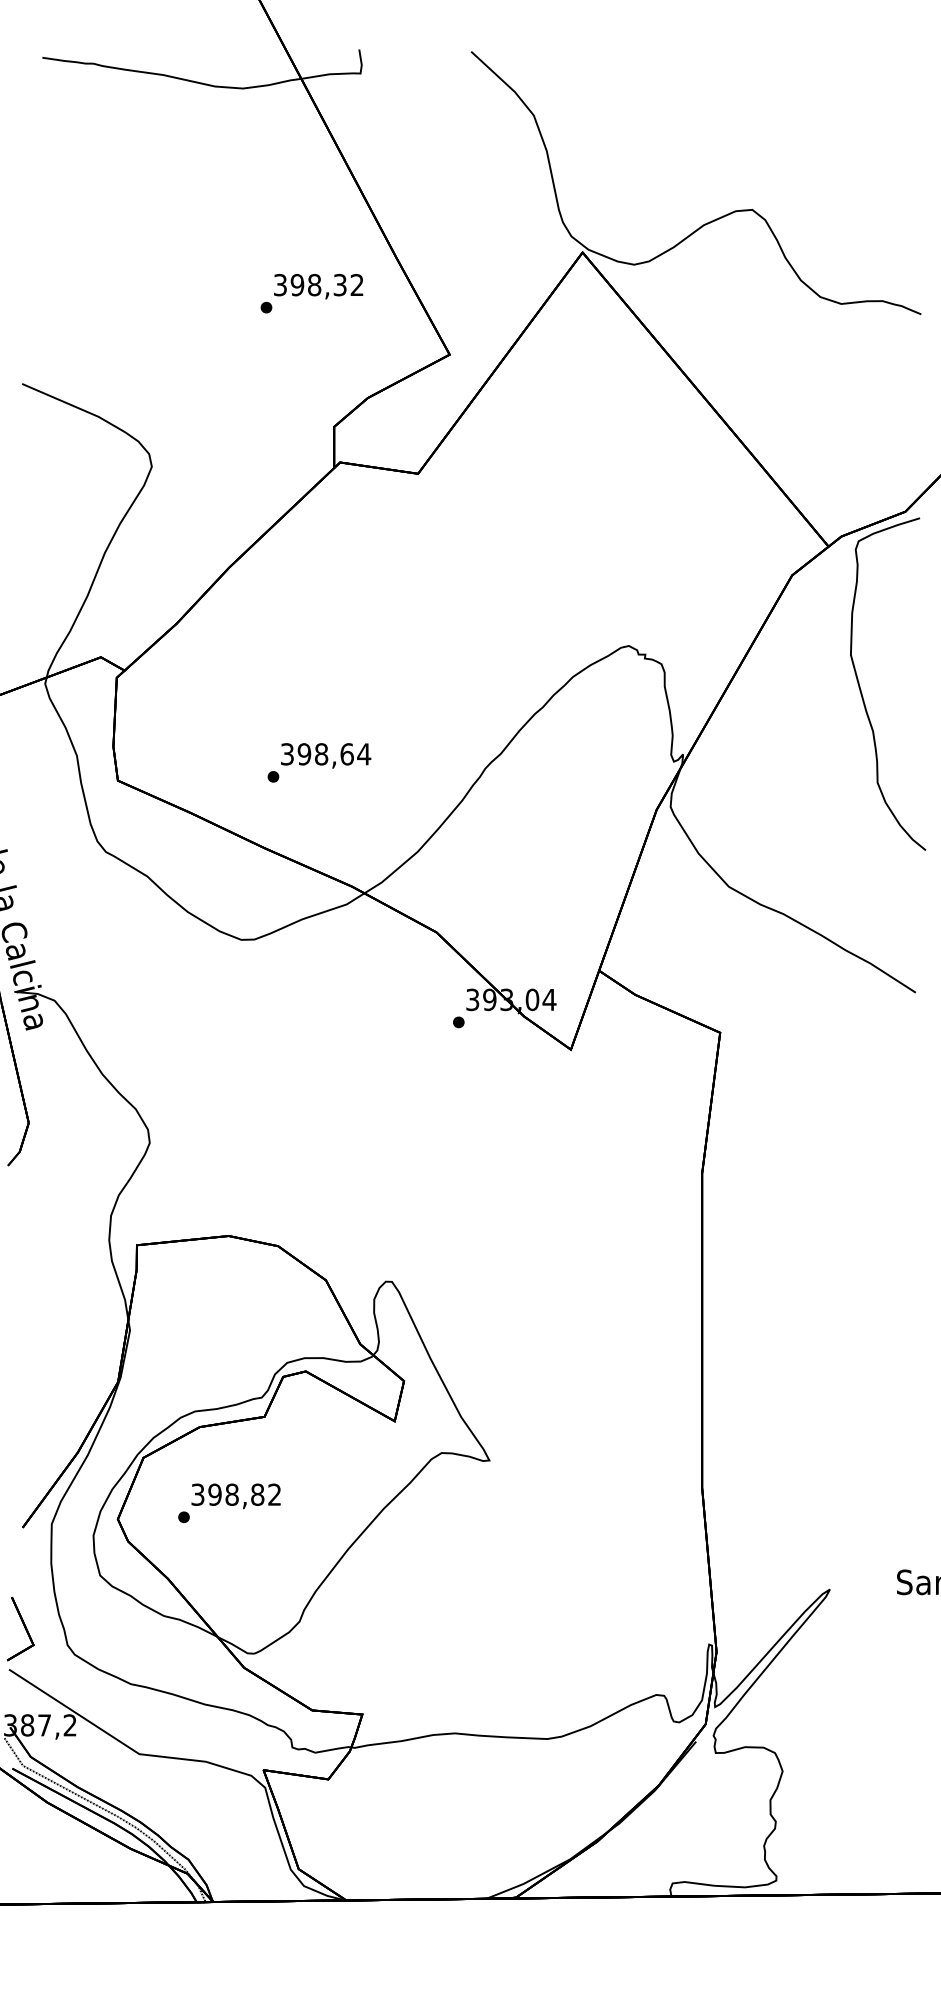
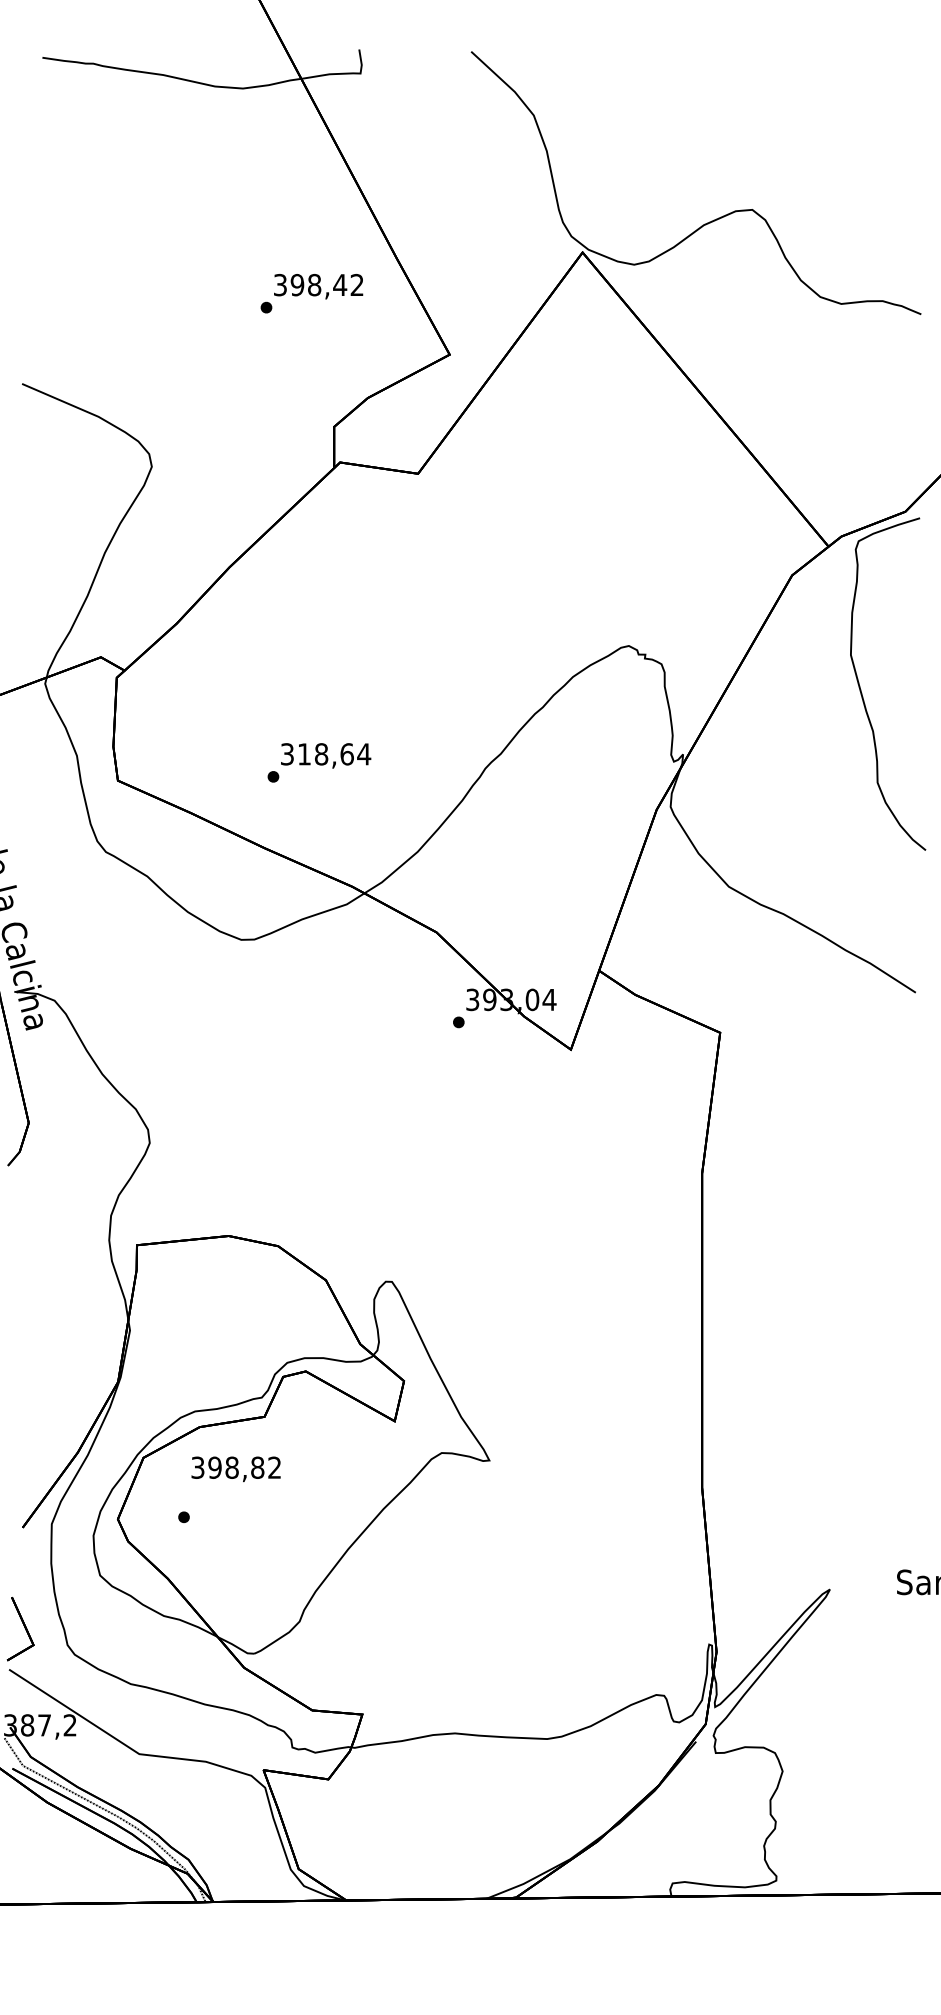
text at (340, 284): 398,32 -> 398,42
text at (304, 754): 398,64 -> 318,64
text at (235, 1496) position: (235, 1496) -> (235, 1469)
